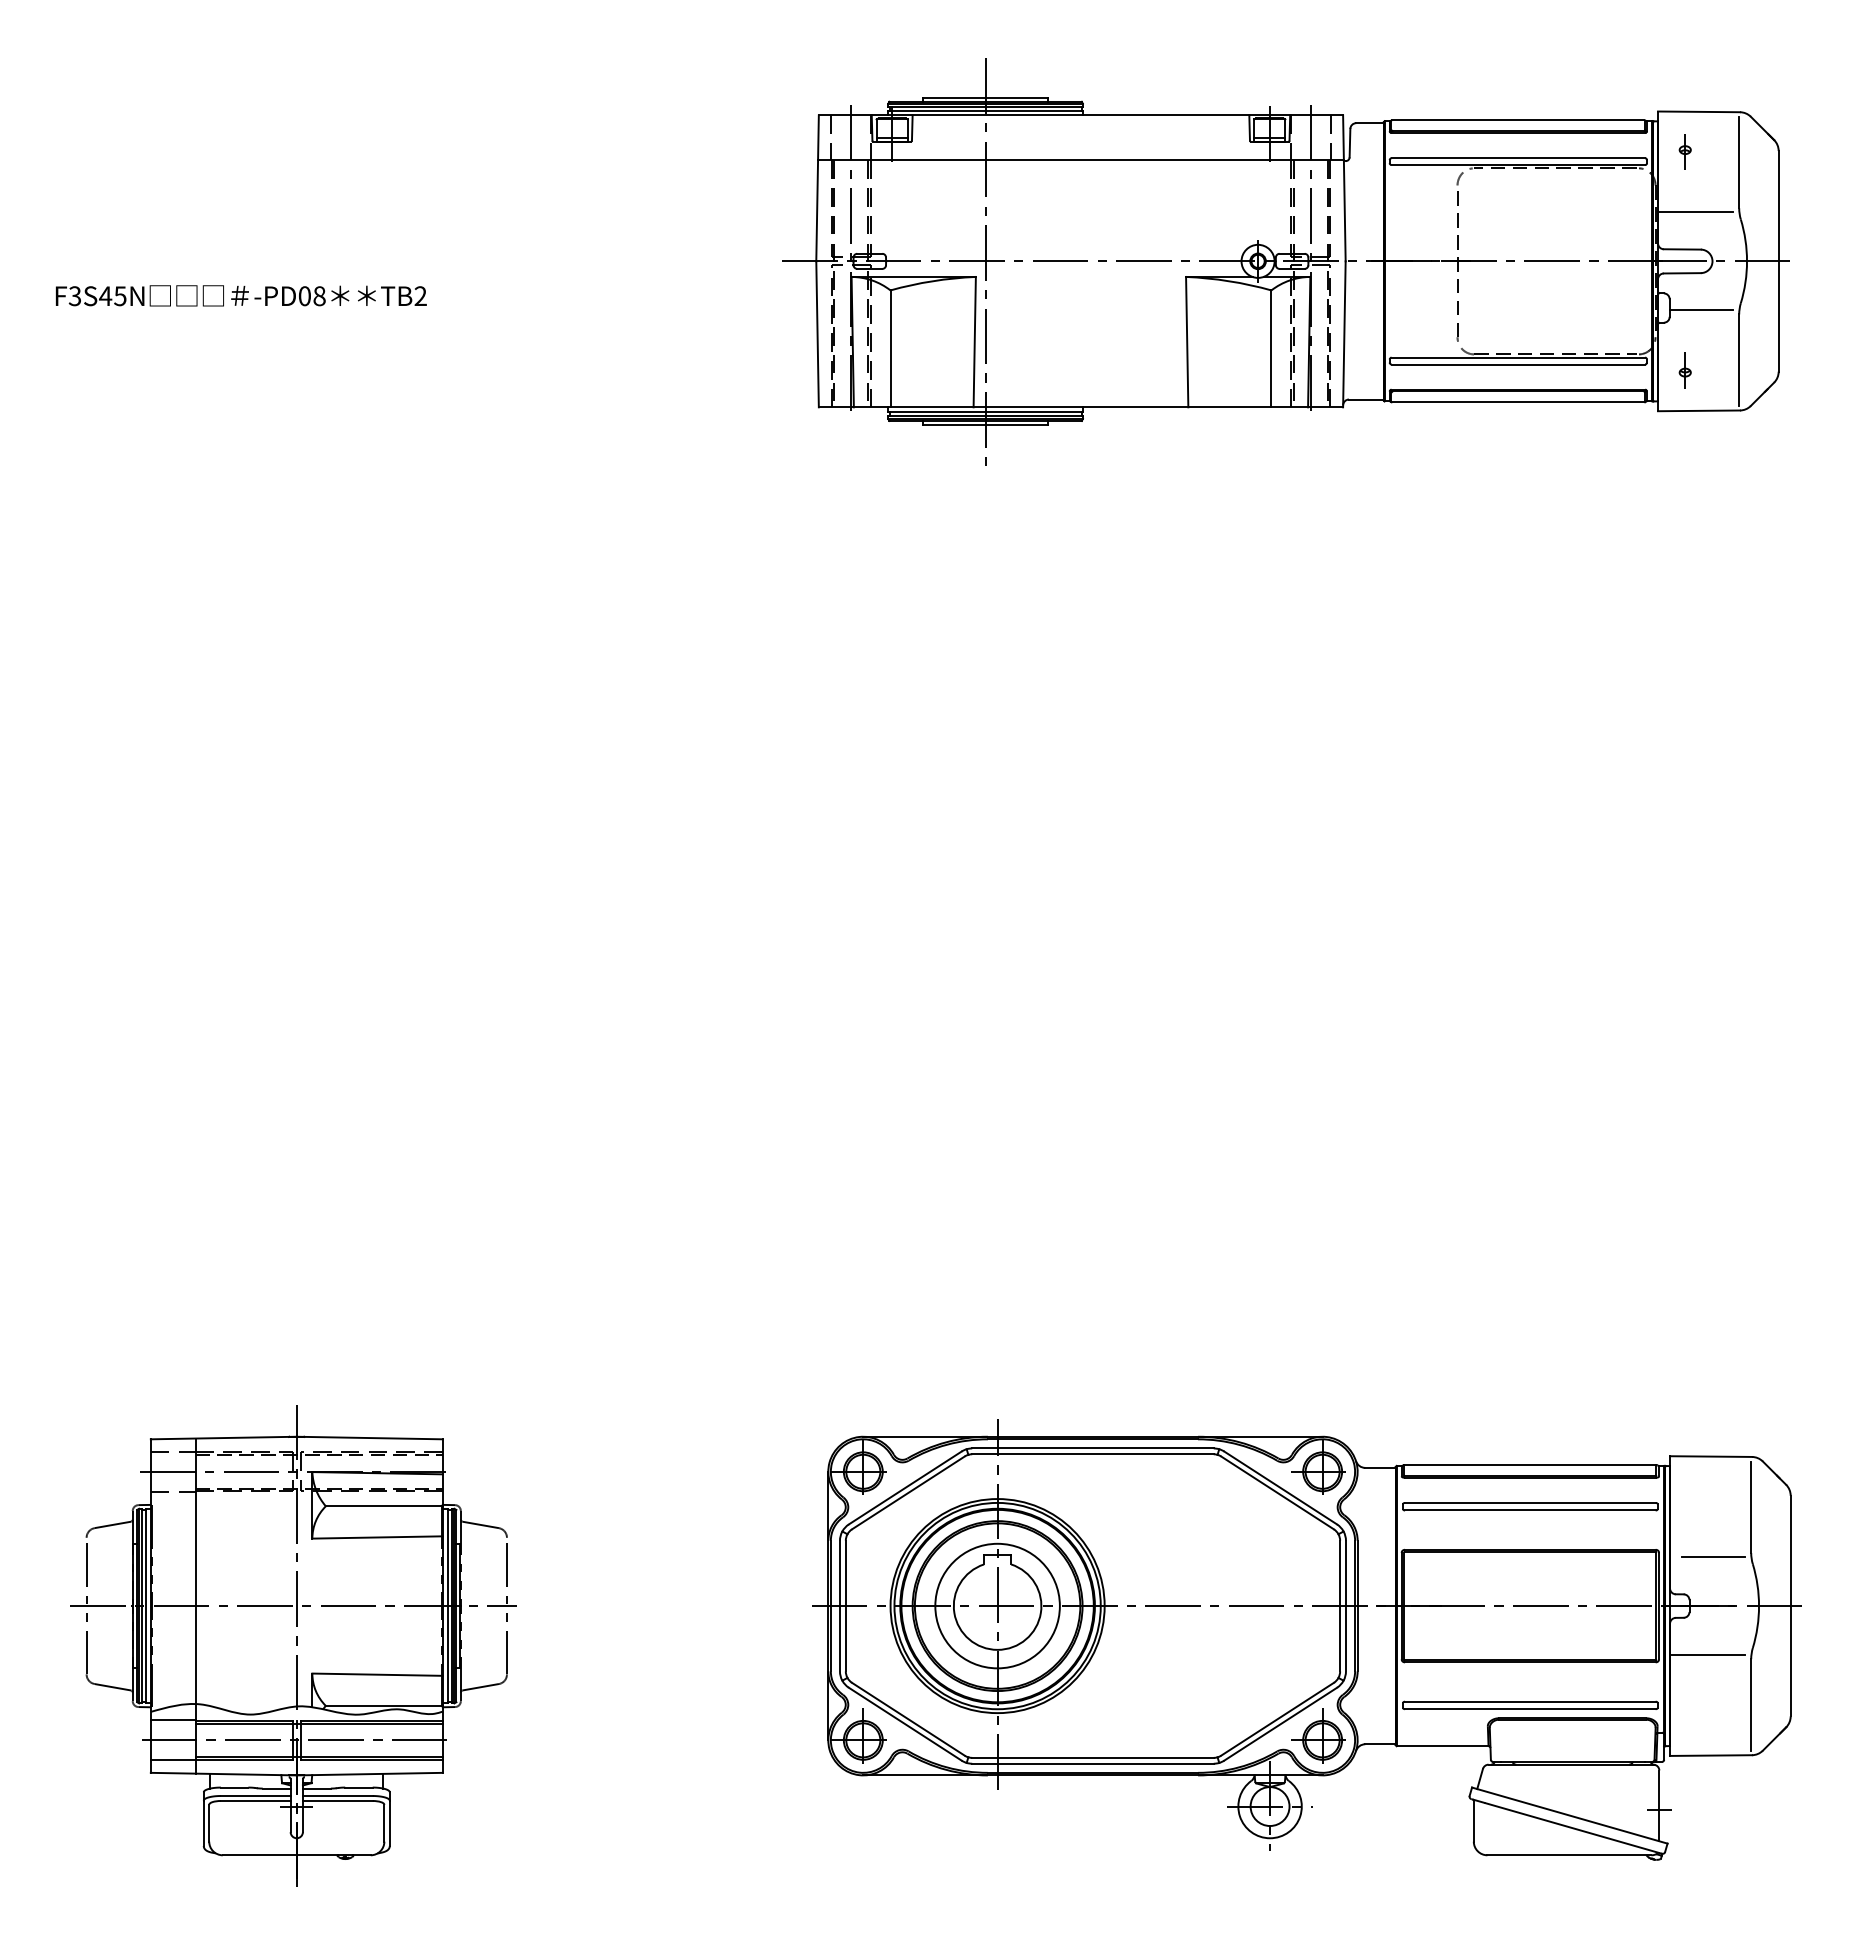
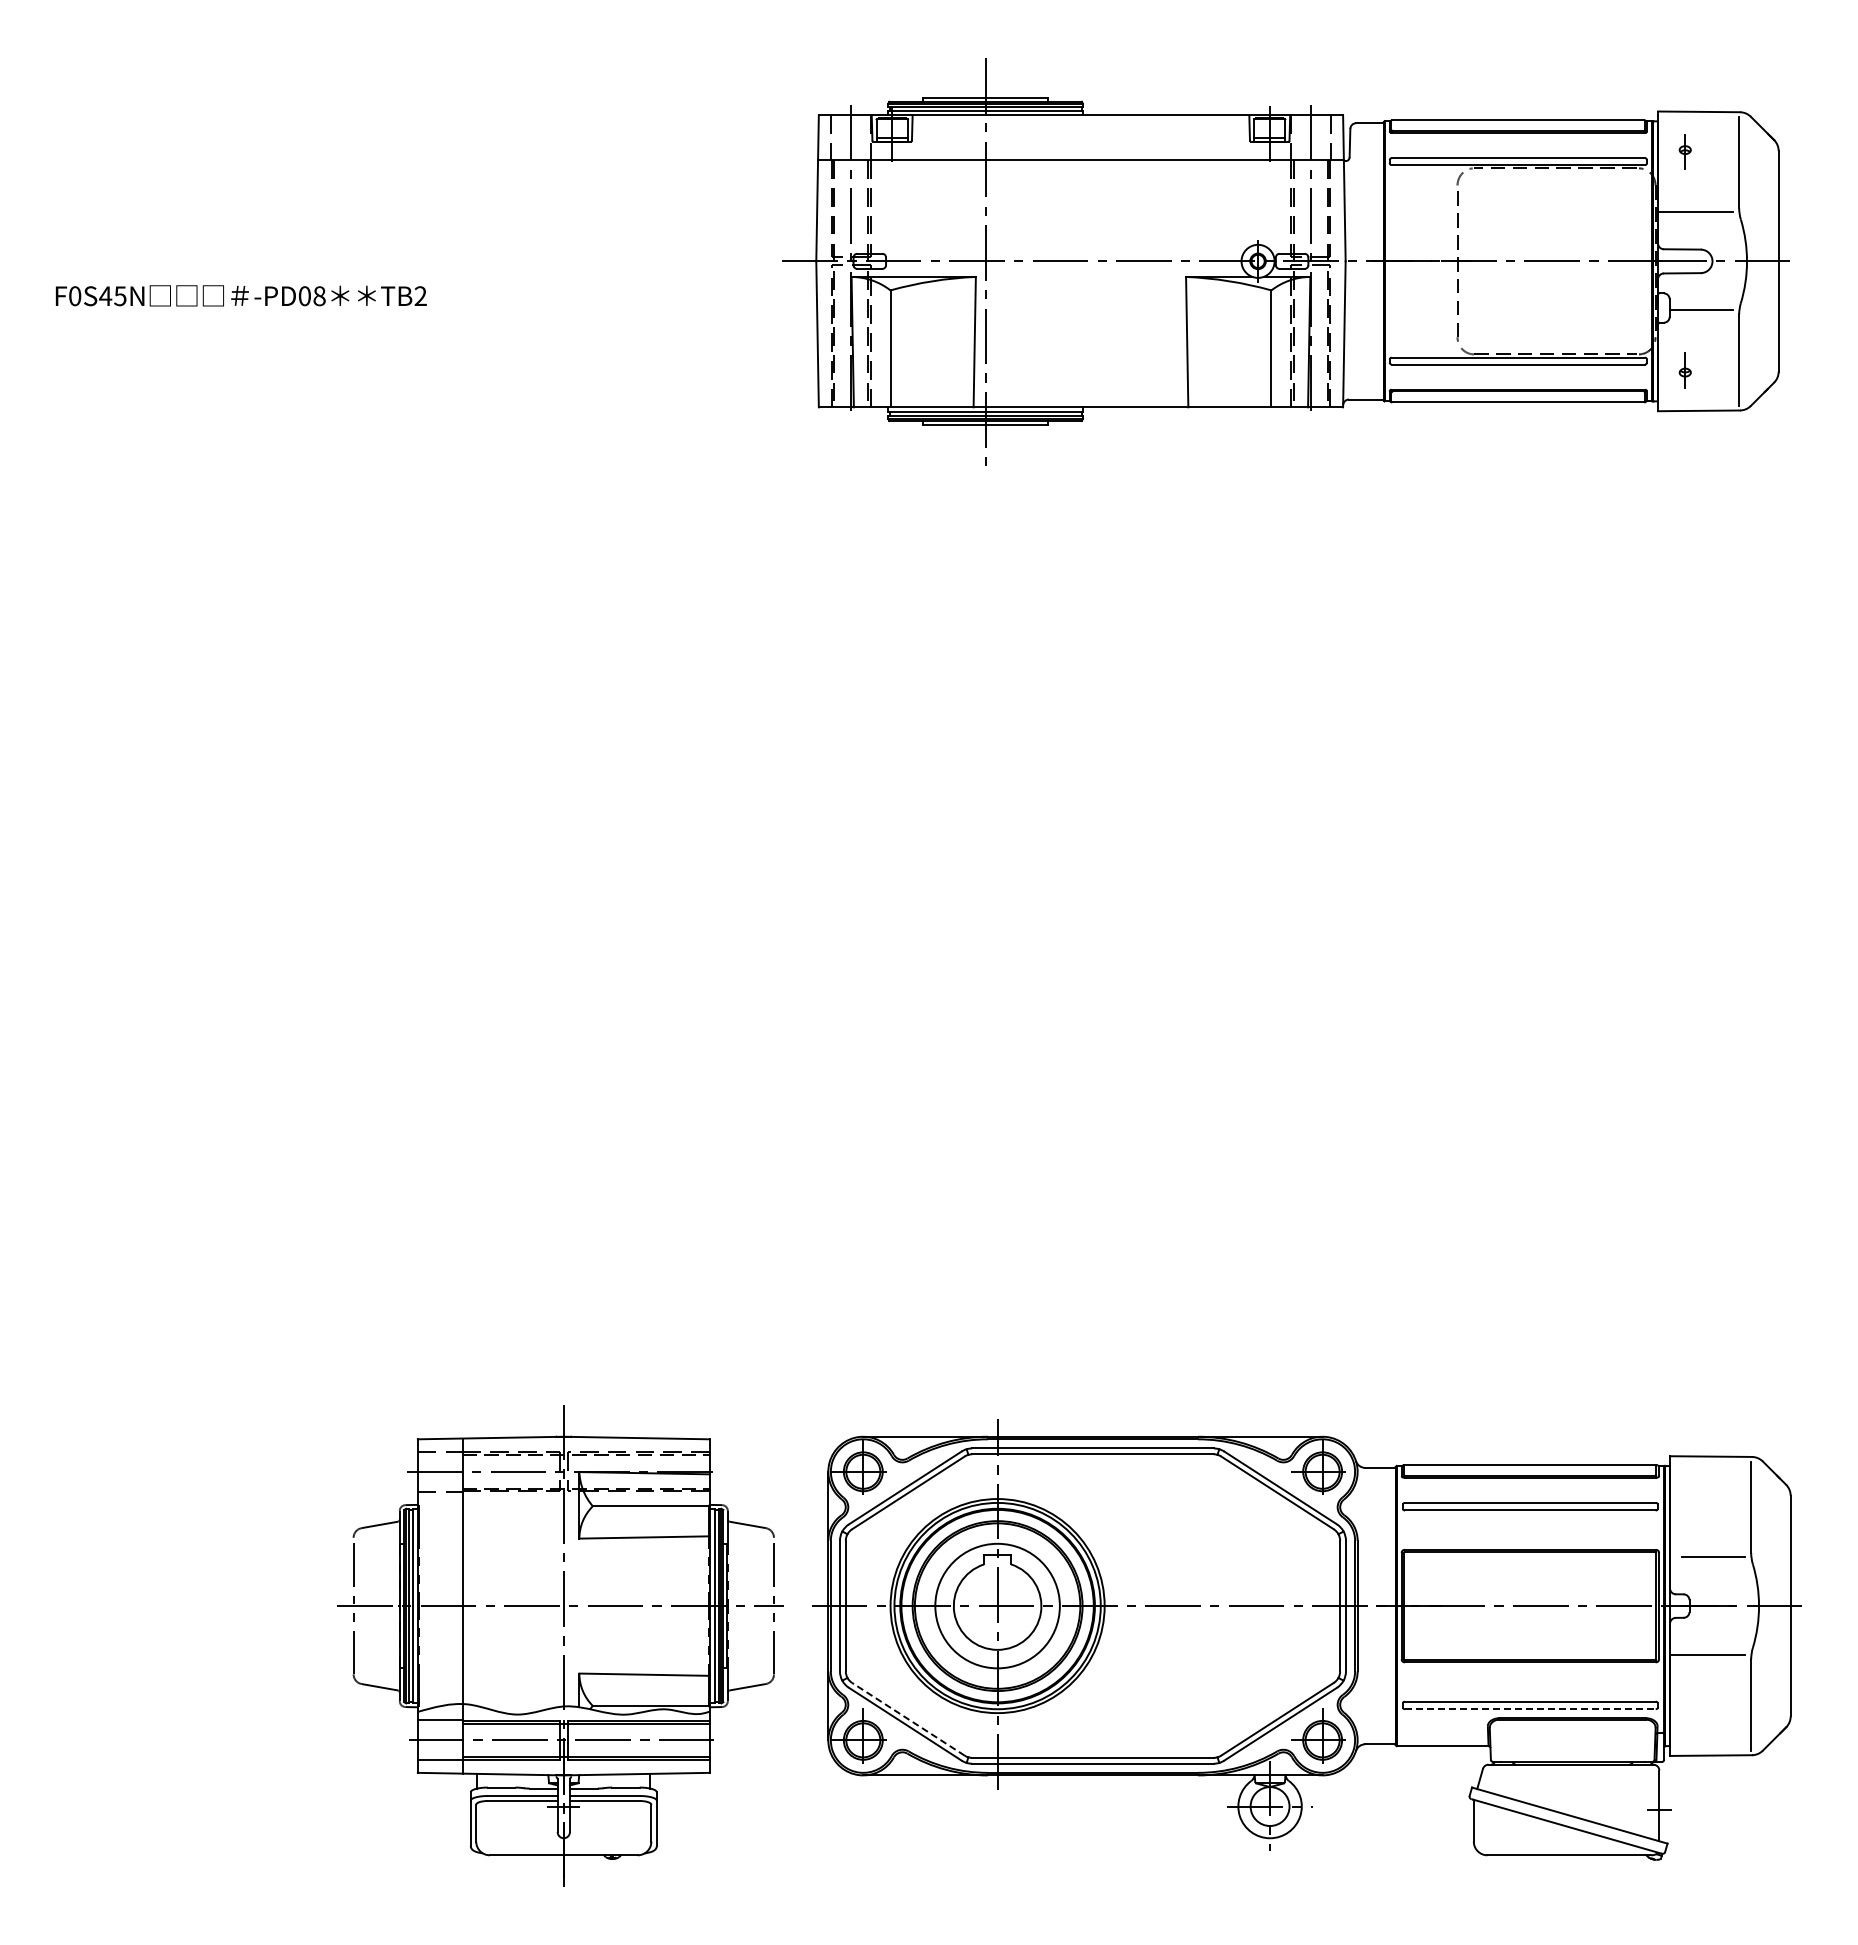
text at (74, 296): F3S45N -> F0S45N
part at (293, 1645) position: (293, 1645) -> (560, 1645)
line at (1530, 1709): solid -> dashed
line at (908, 1719): solid -> dashed
